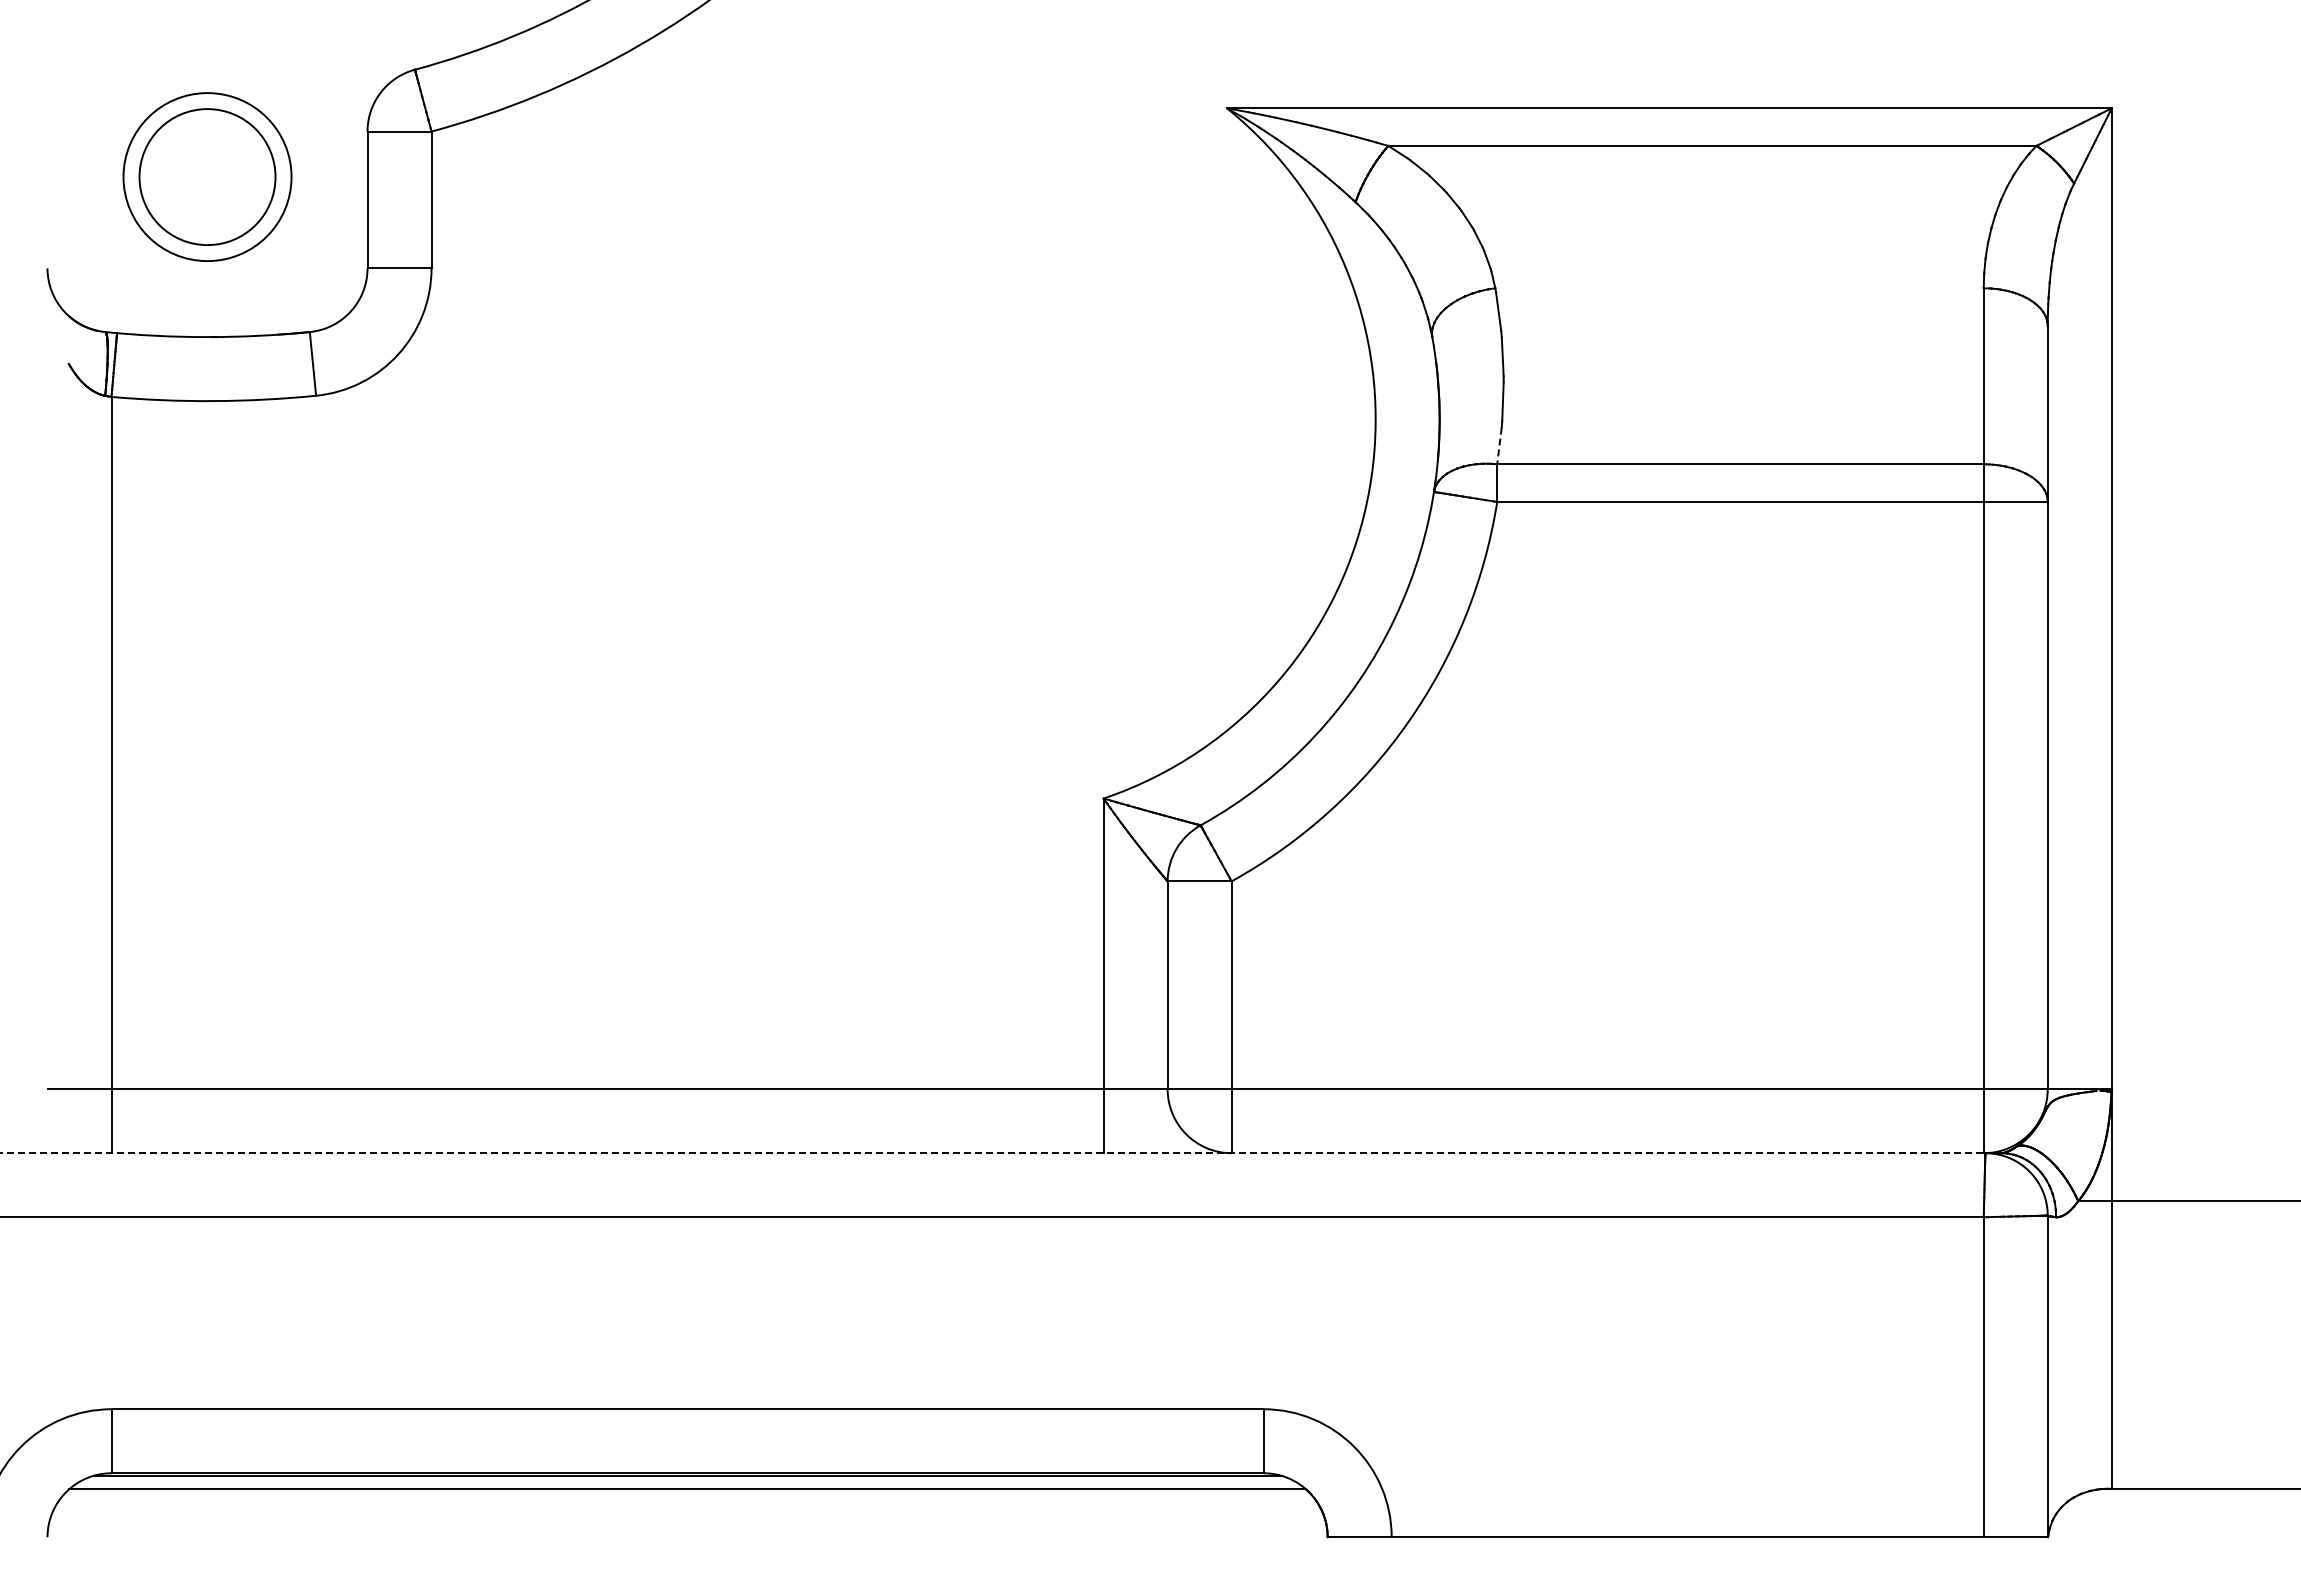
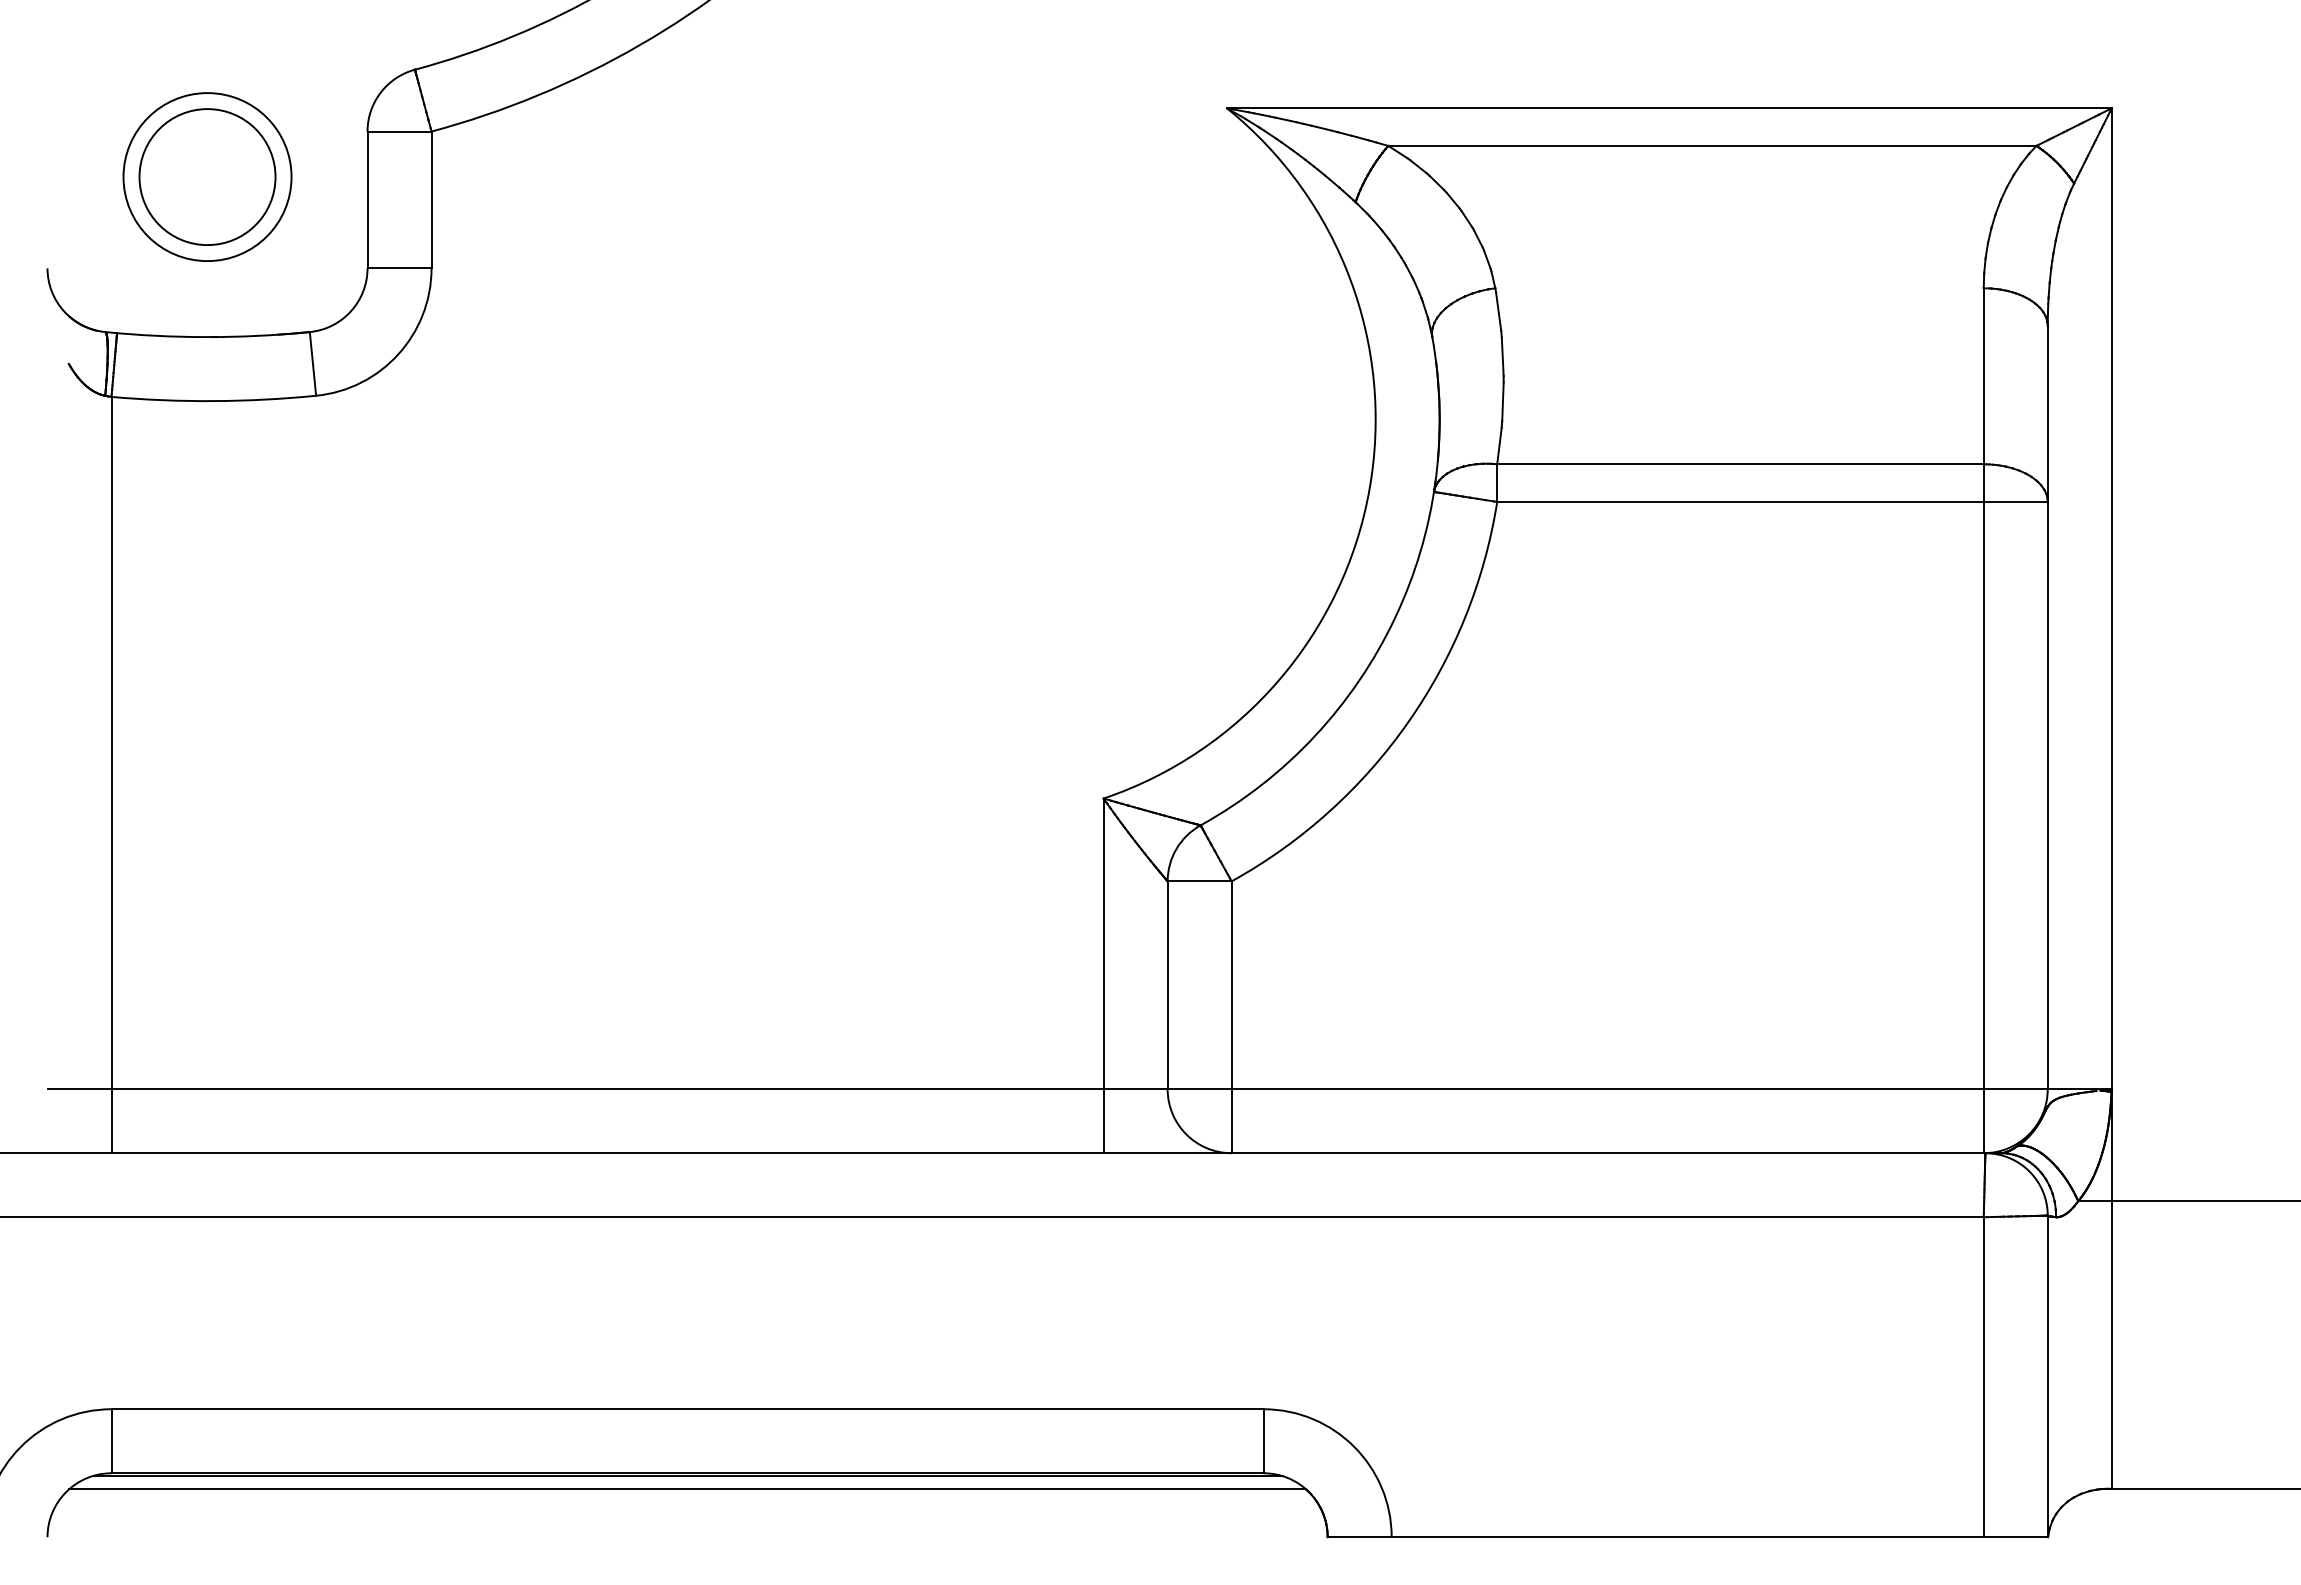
line at (1499, 446): dashed -> solid
line at (993, 1153): dashed -> solid
